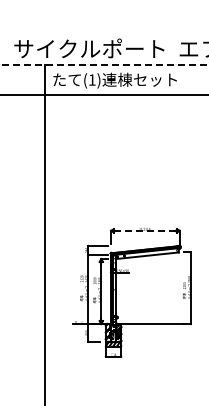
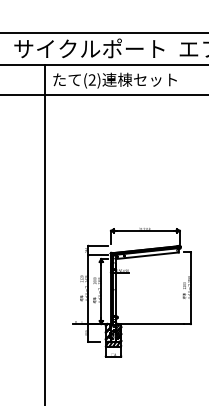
line at (103, 32): none -> present
line at (104, 65): dashed -> solid
text at (91, 79): (1) -> (2)
line at (145, 230): dashed -> solid
